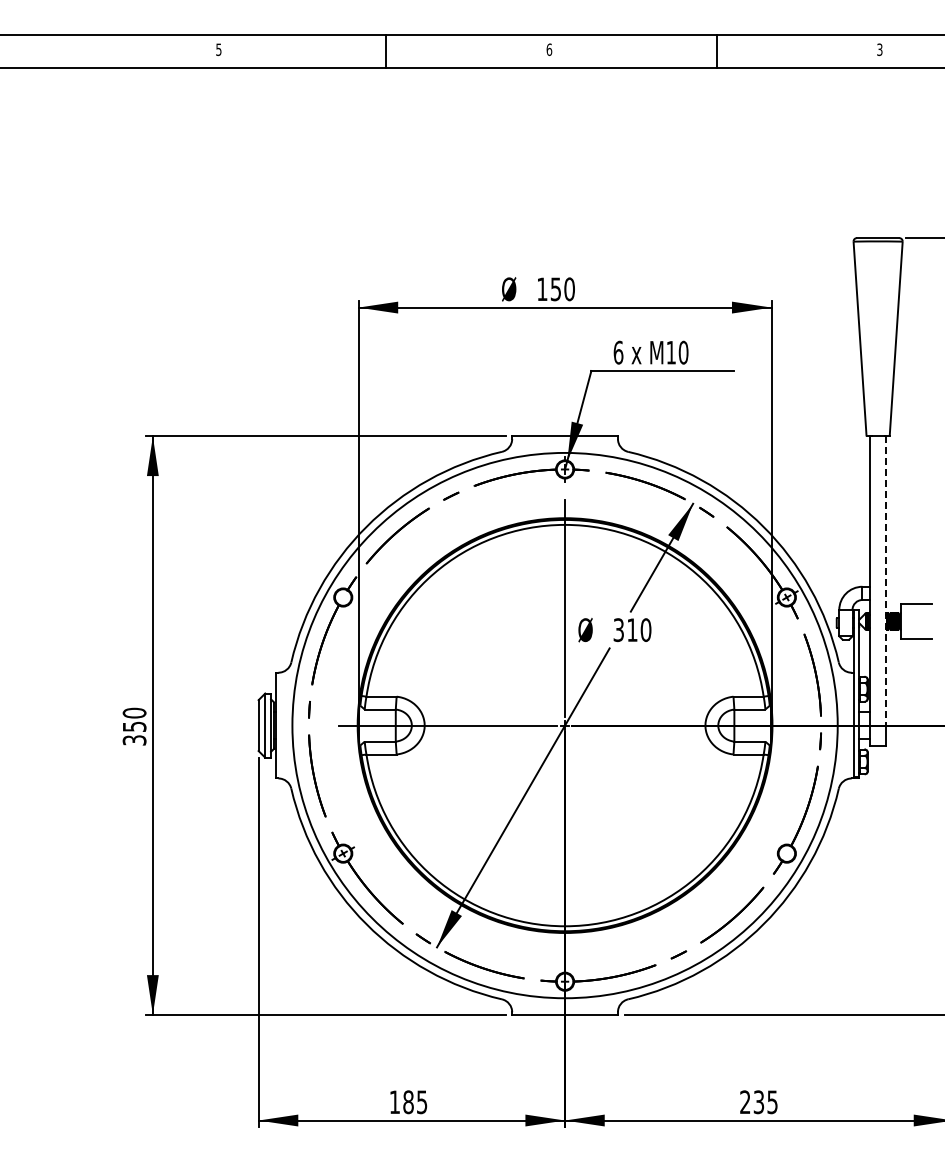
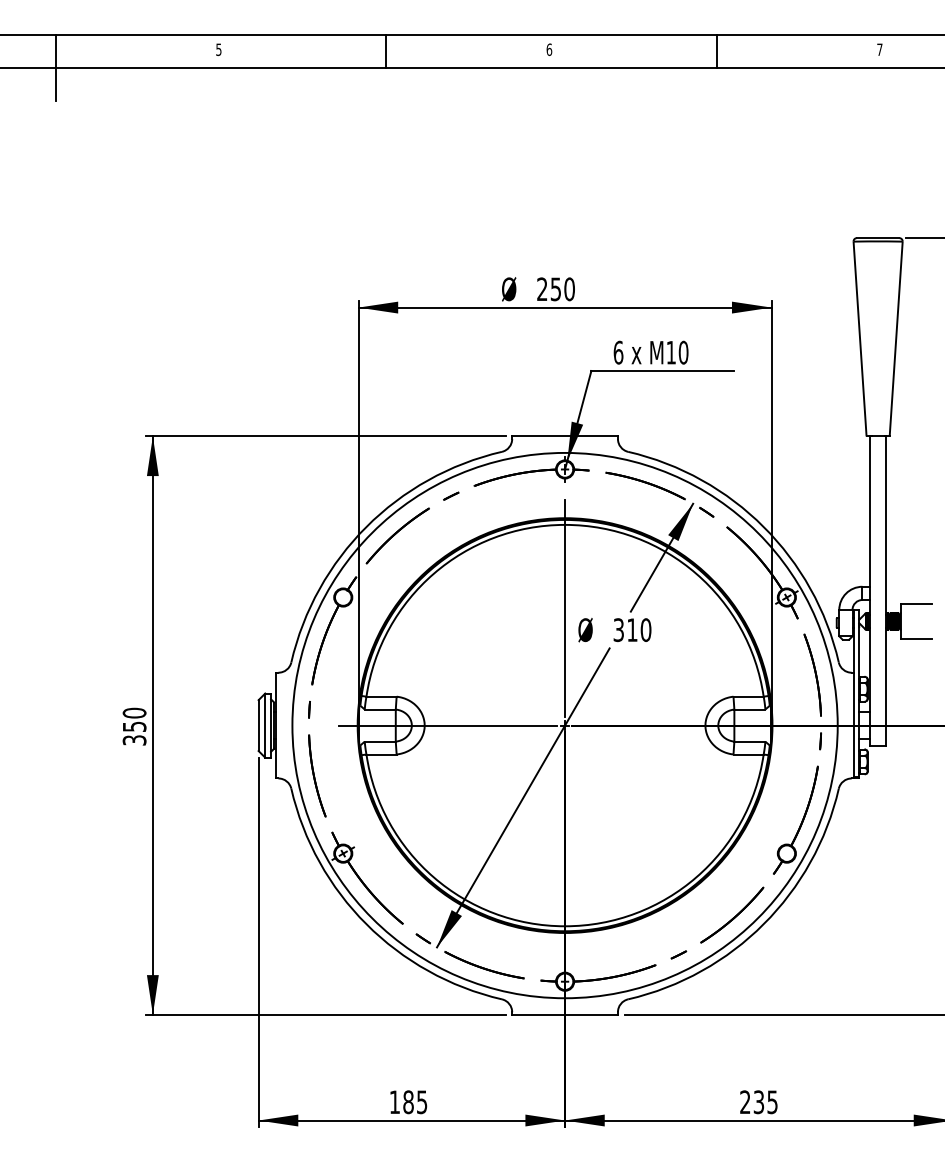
text at (879, 49): 3 -> 7
line at (55, 67): none -> present
text at (542, 288): 150 -> 250
line at (886, 581): dashed -> solid
